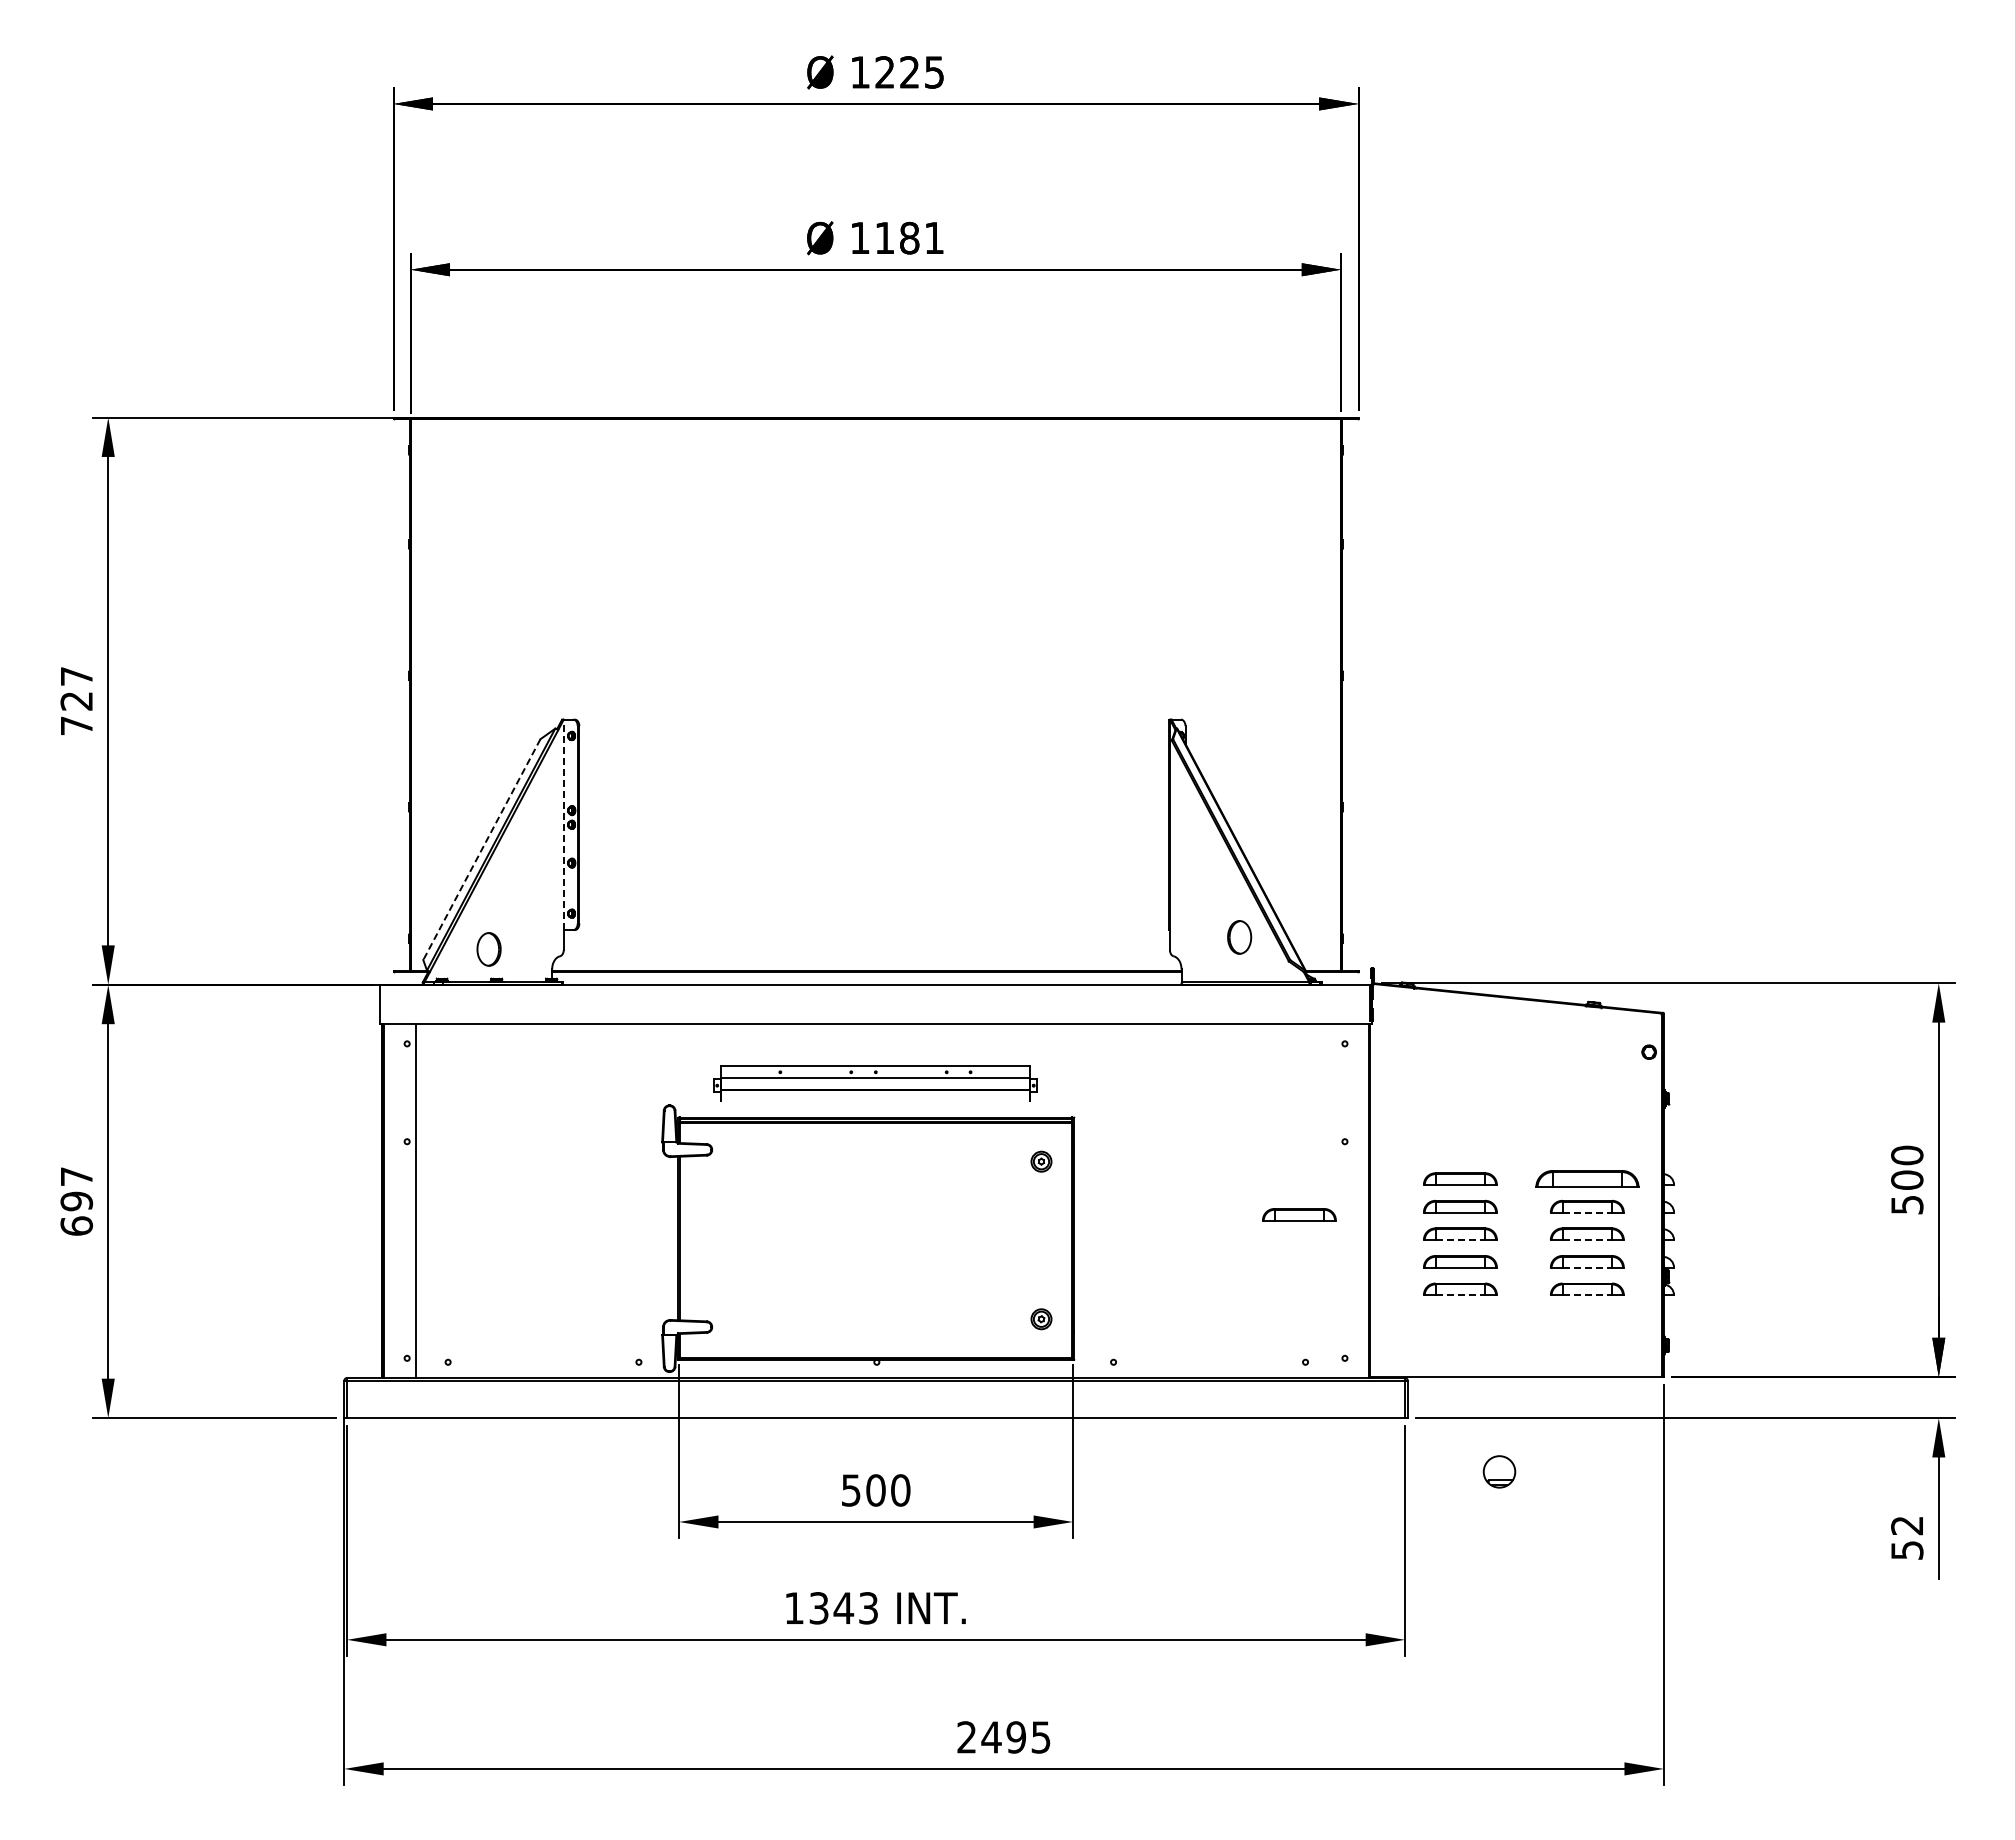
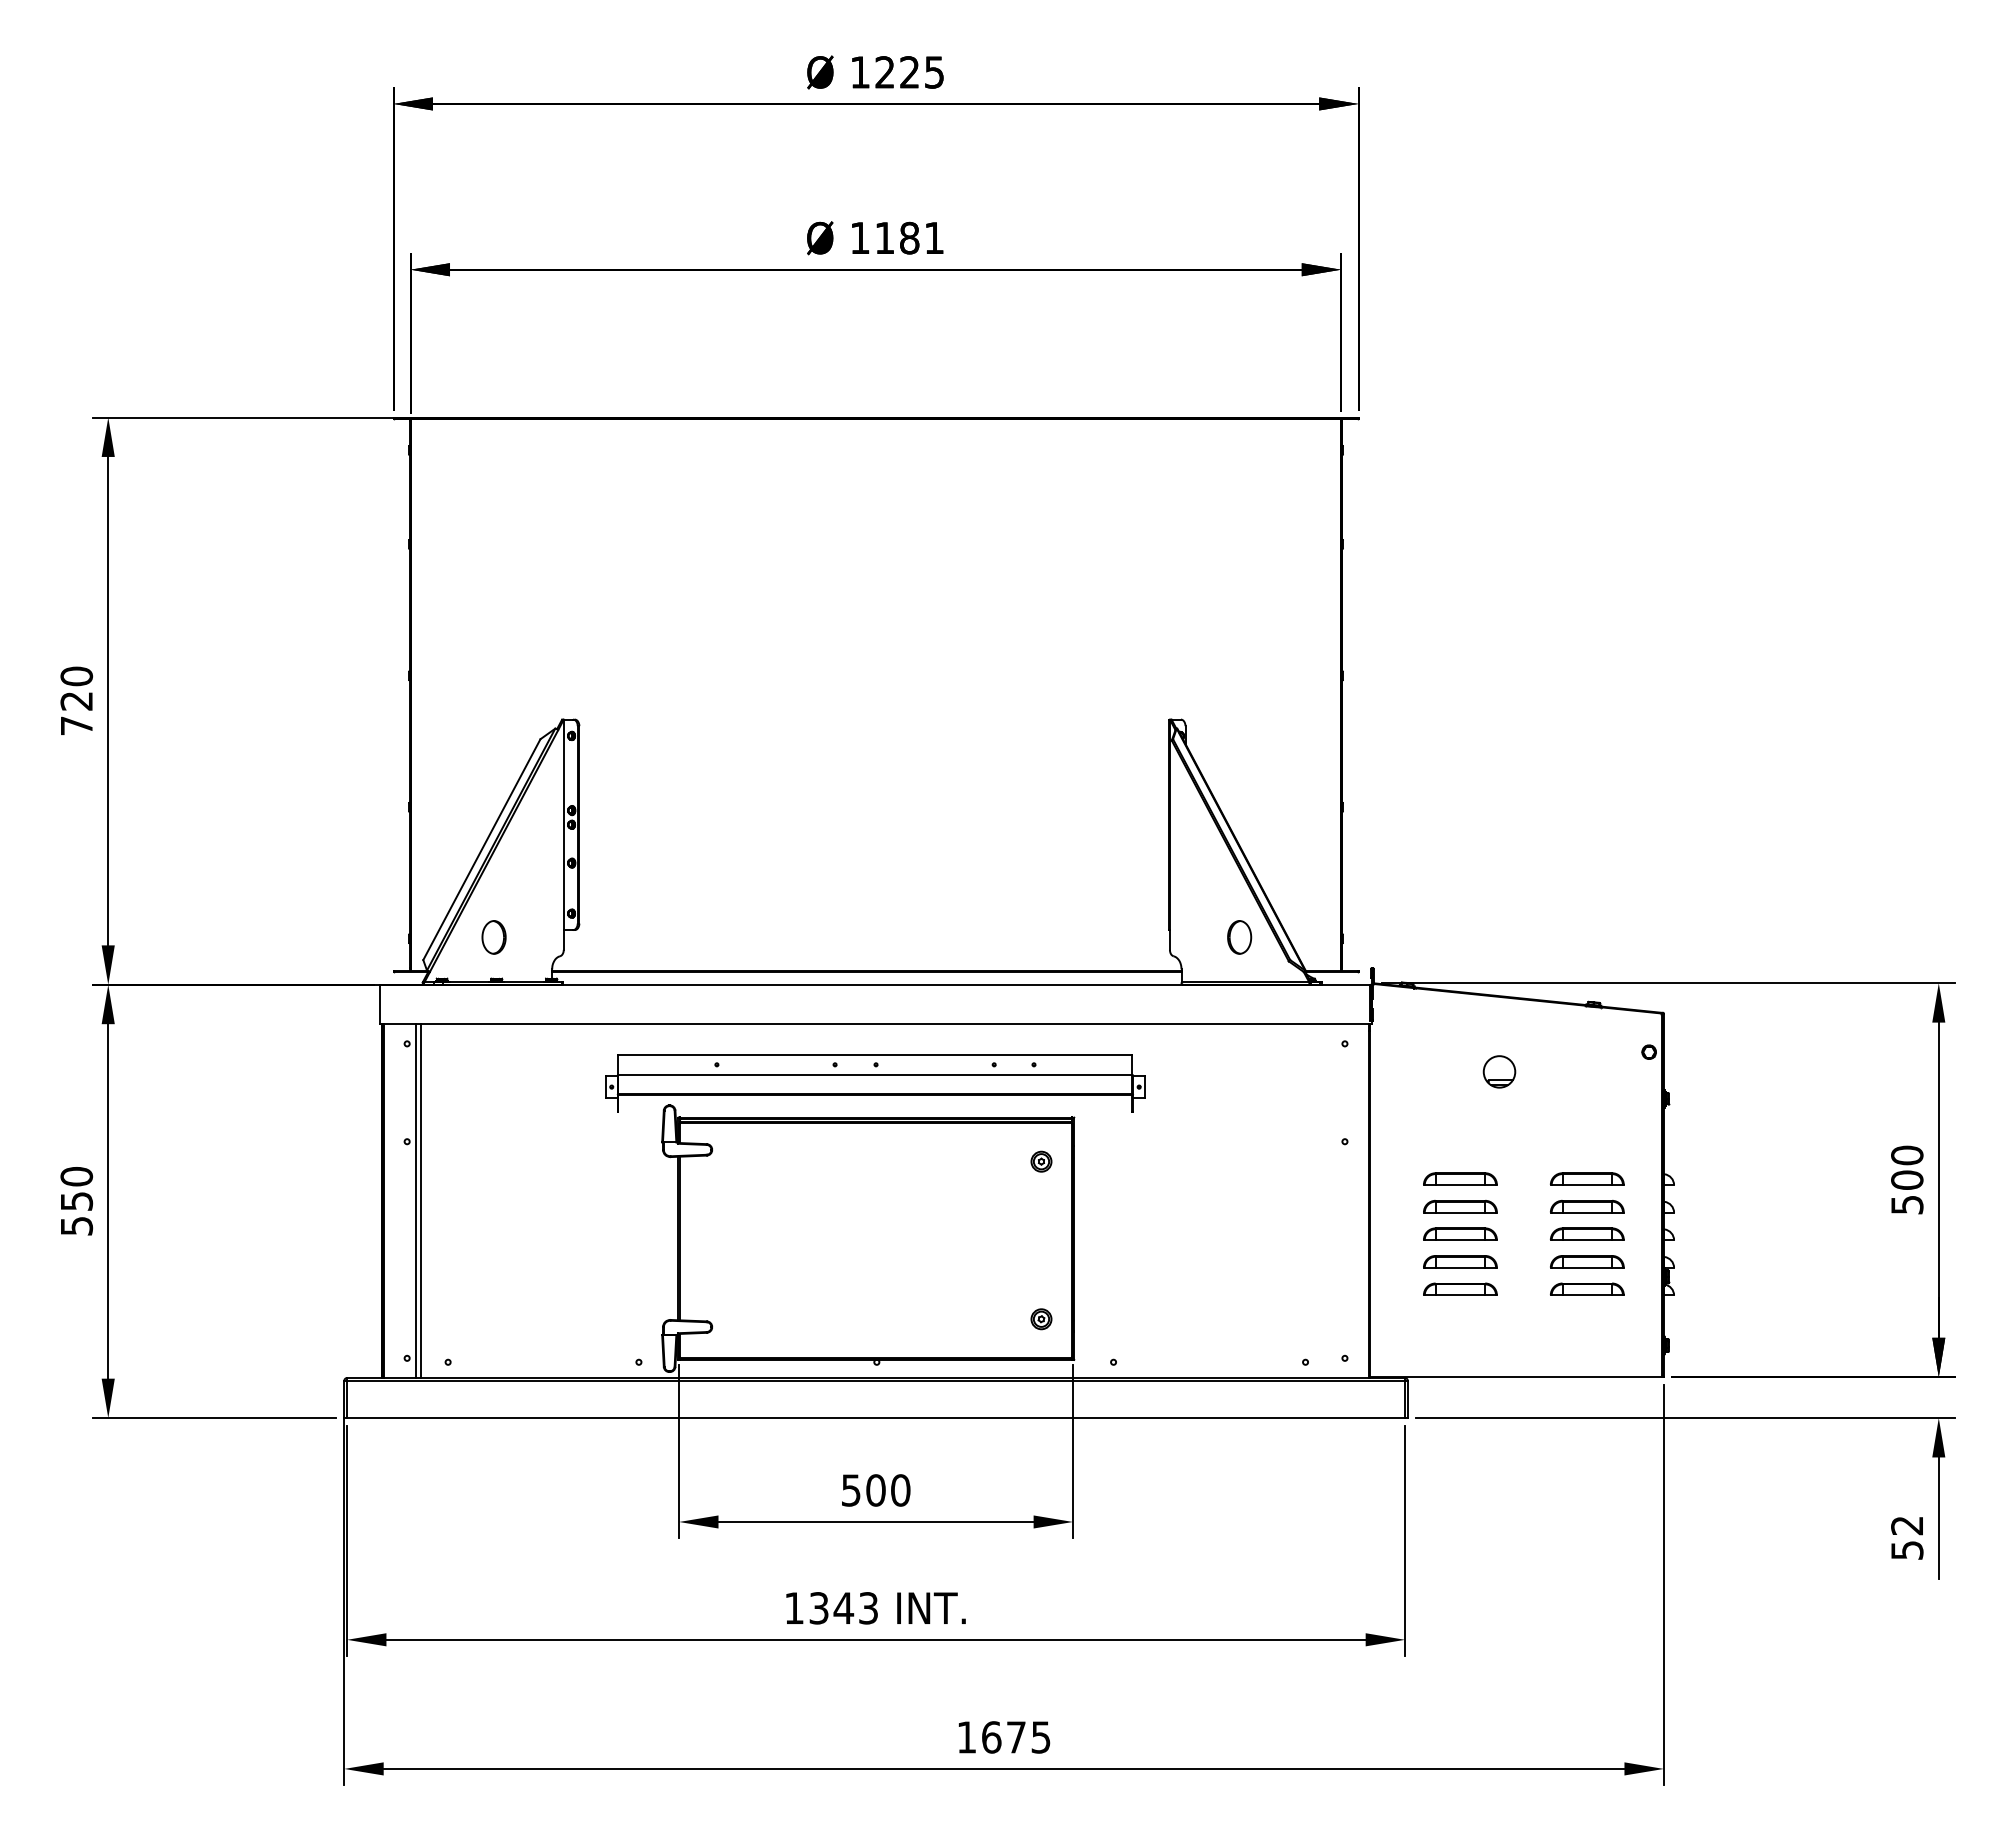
text at (76, 676): 727 -> 720
line at (563, 824): dashed -> solid
line at (481, 849): dashed -> solid
part at (488, 949) position: (488, 949) -> (493, 937)
part at (875, 1083) size: 325x37 px -> 541x59 px
part at (1587, 1178) size: 105x18 px -> 76x14 px
text at (76, 1201): 697 -> 550
line at (420, 1201): none -> present
line at (1587, 1212): dashed -> solid
part at (1299, 1214): present -> none
line at (1460, 1240): dashed -> solid
line at (1587, 1240): dashed -> solid
line at (1587, 1267): dashed -> solid
line at (1460, 1295): dashed -> solid
line at (1587, 1295): dashed -> solid
part at (1499, 1471) position: (1499, 1471) -> (1499, 1071)
text at (991, 1737): 2495 -> 1675
